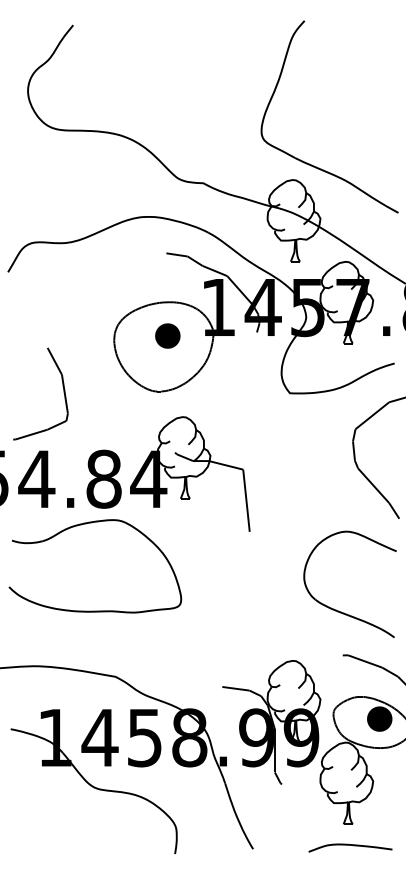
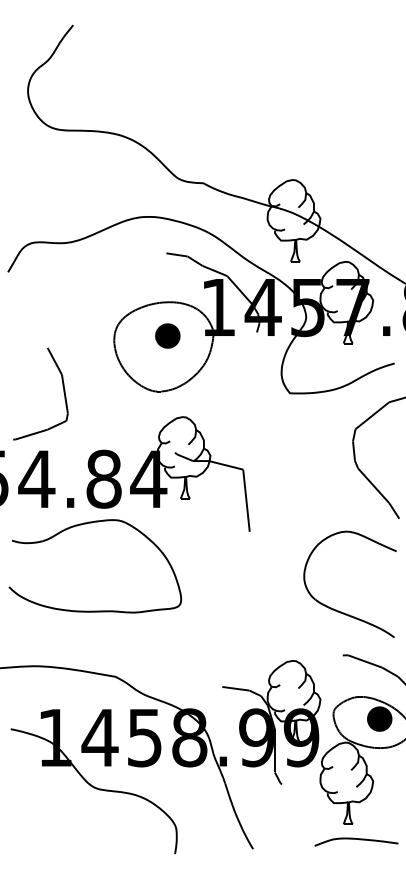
part at (307, 162): present -> none
curve at (350, 845) position: (350, 845) -> (356, 839)
